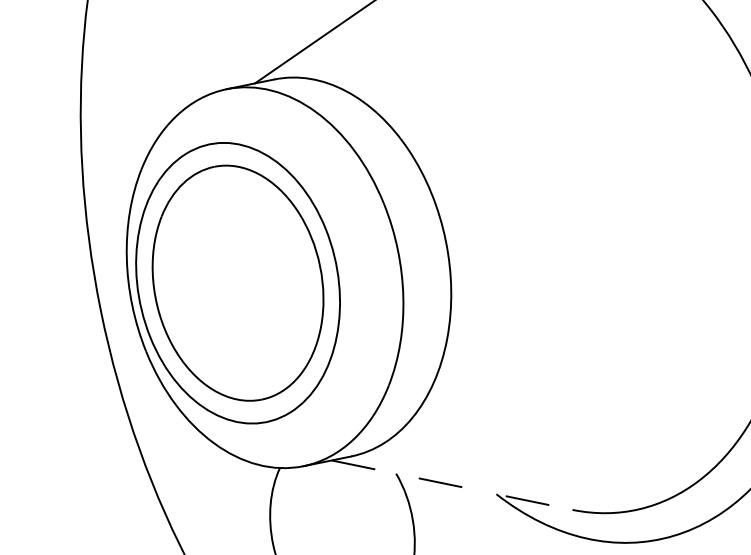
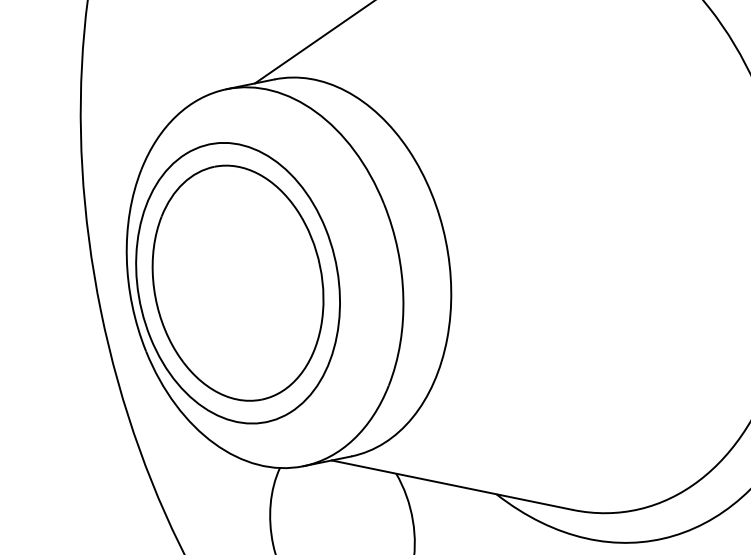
line at (452, 485): dashed -> solid
